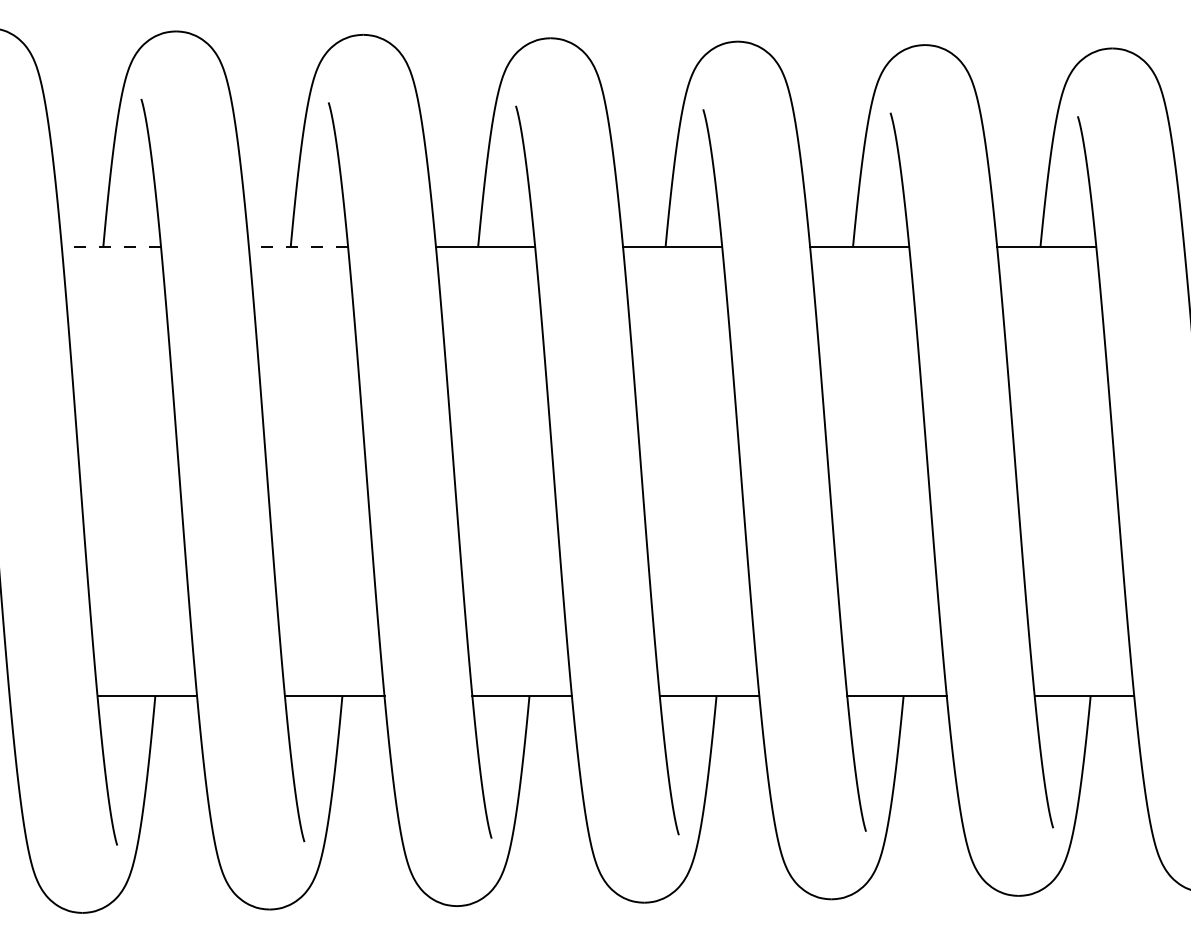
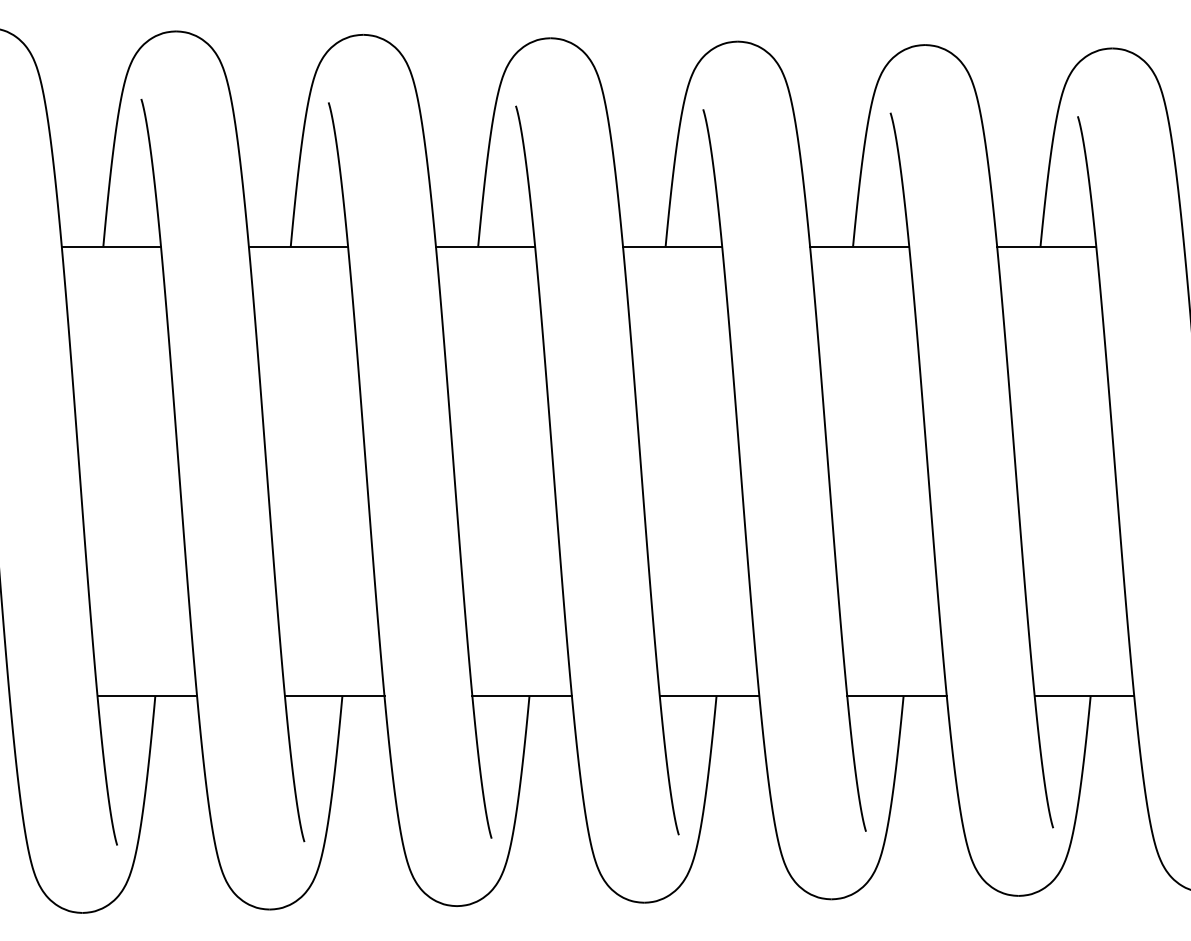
line at (111, 246): dashed -> solid
line at (298, 246): dashed -> solid
